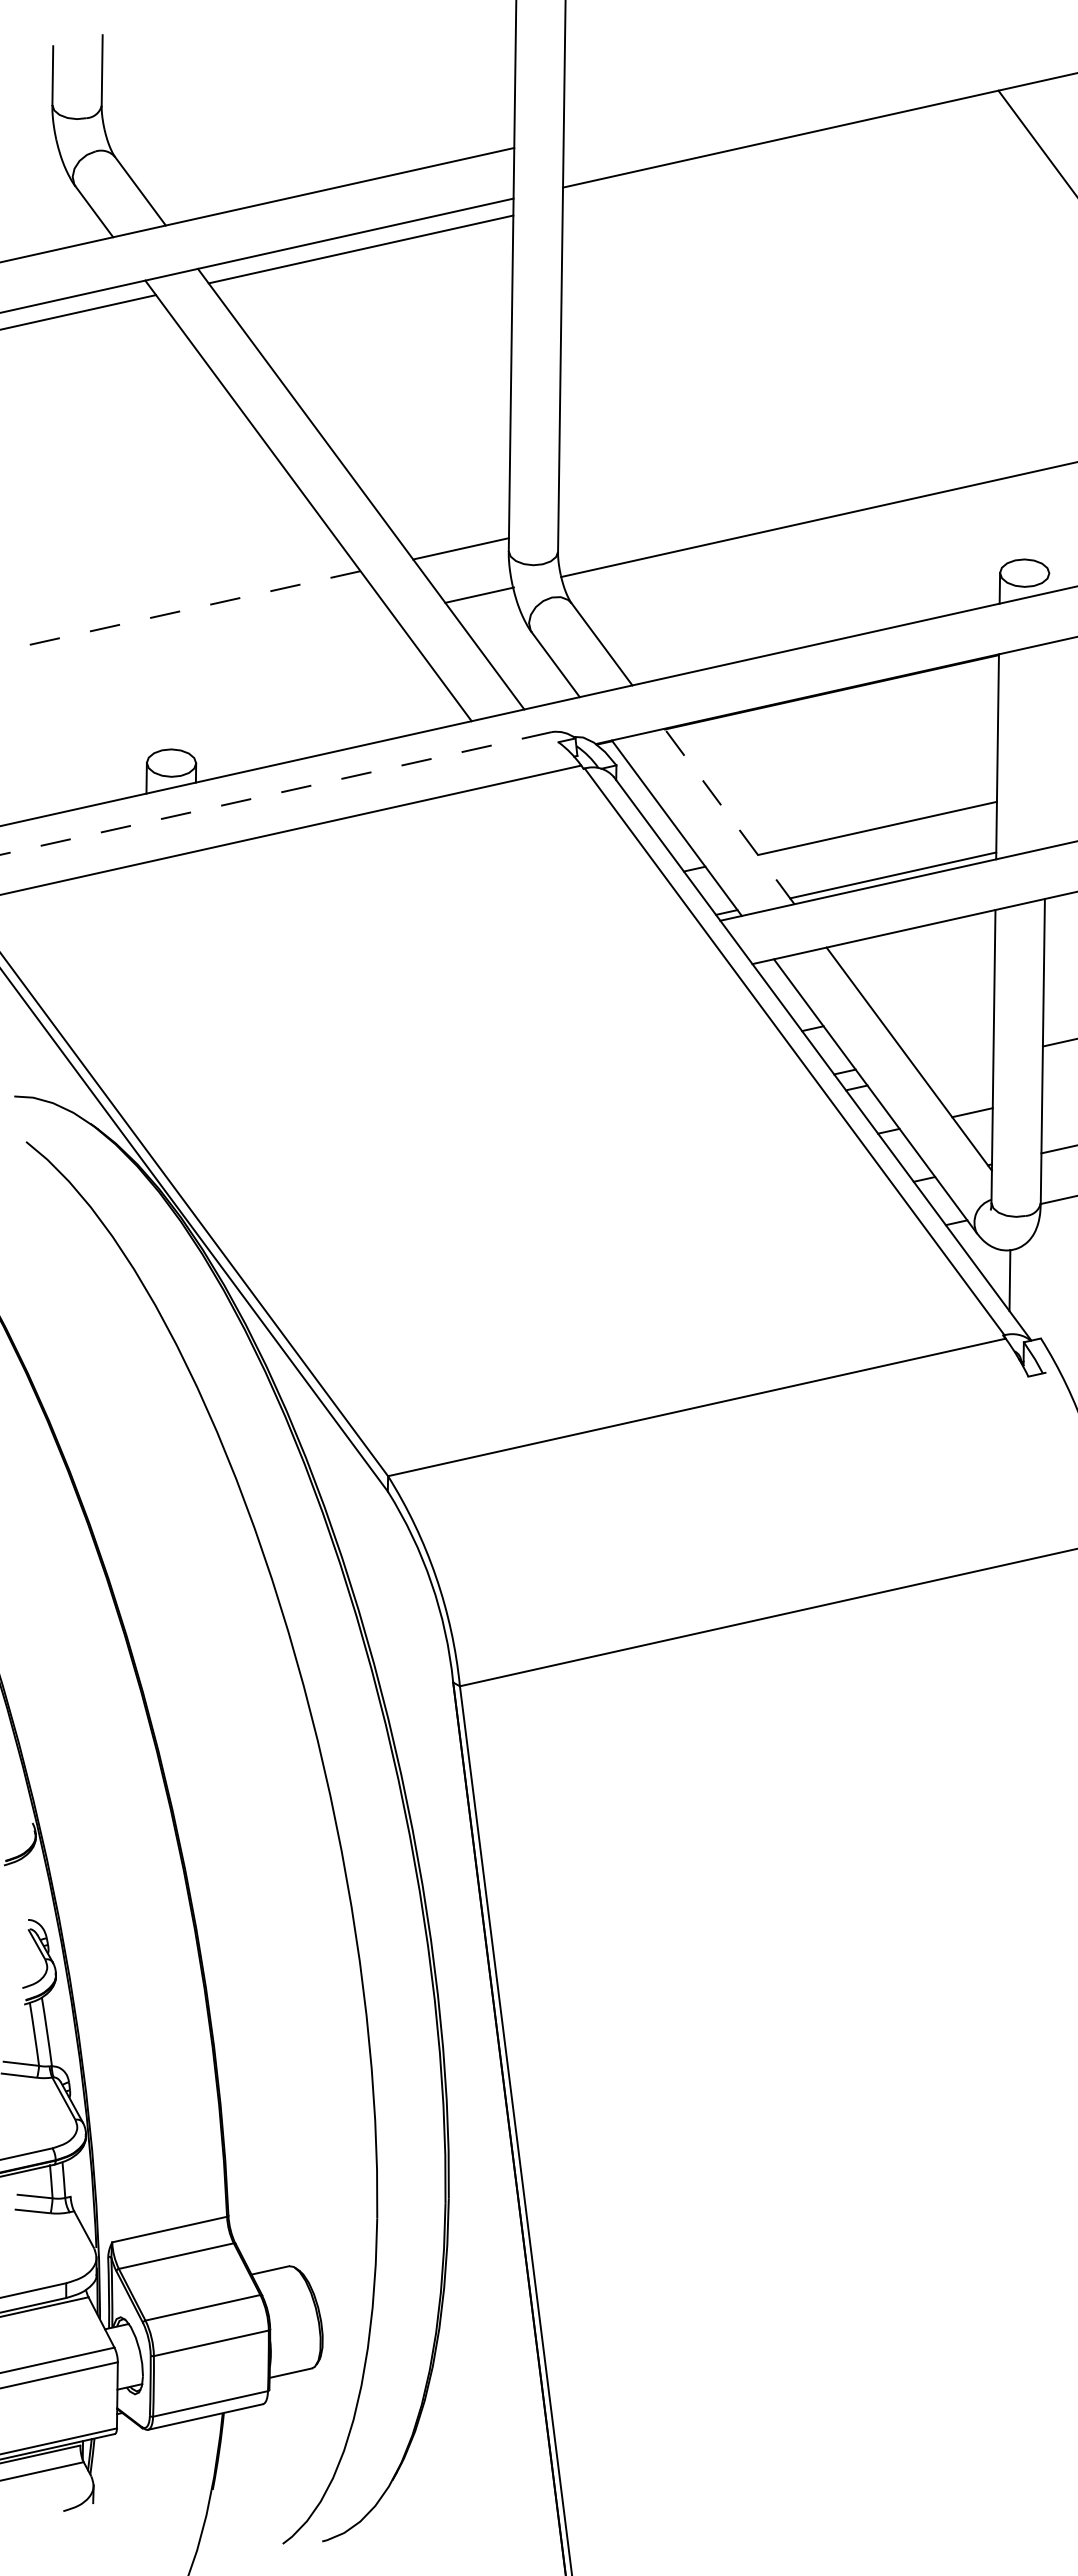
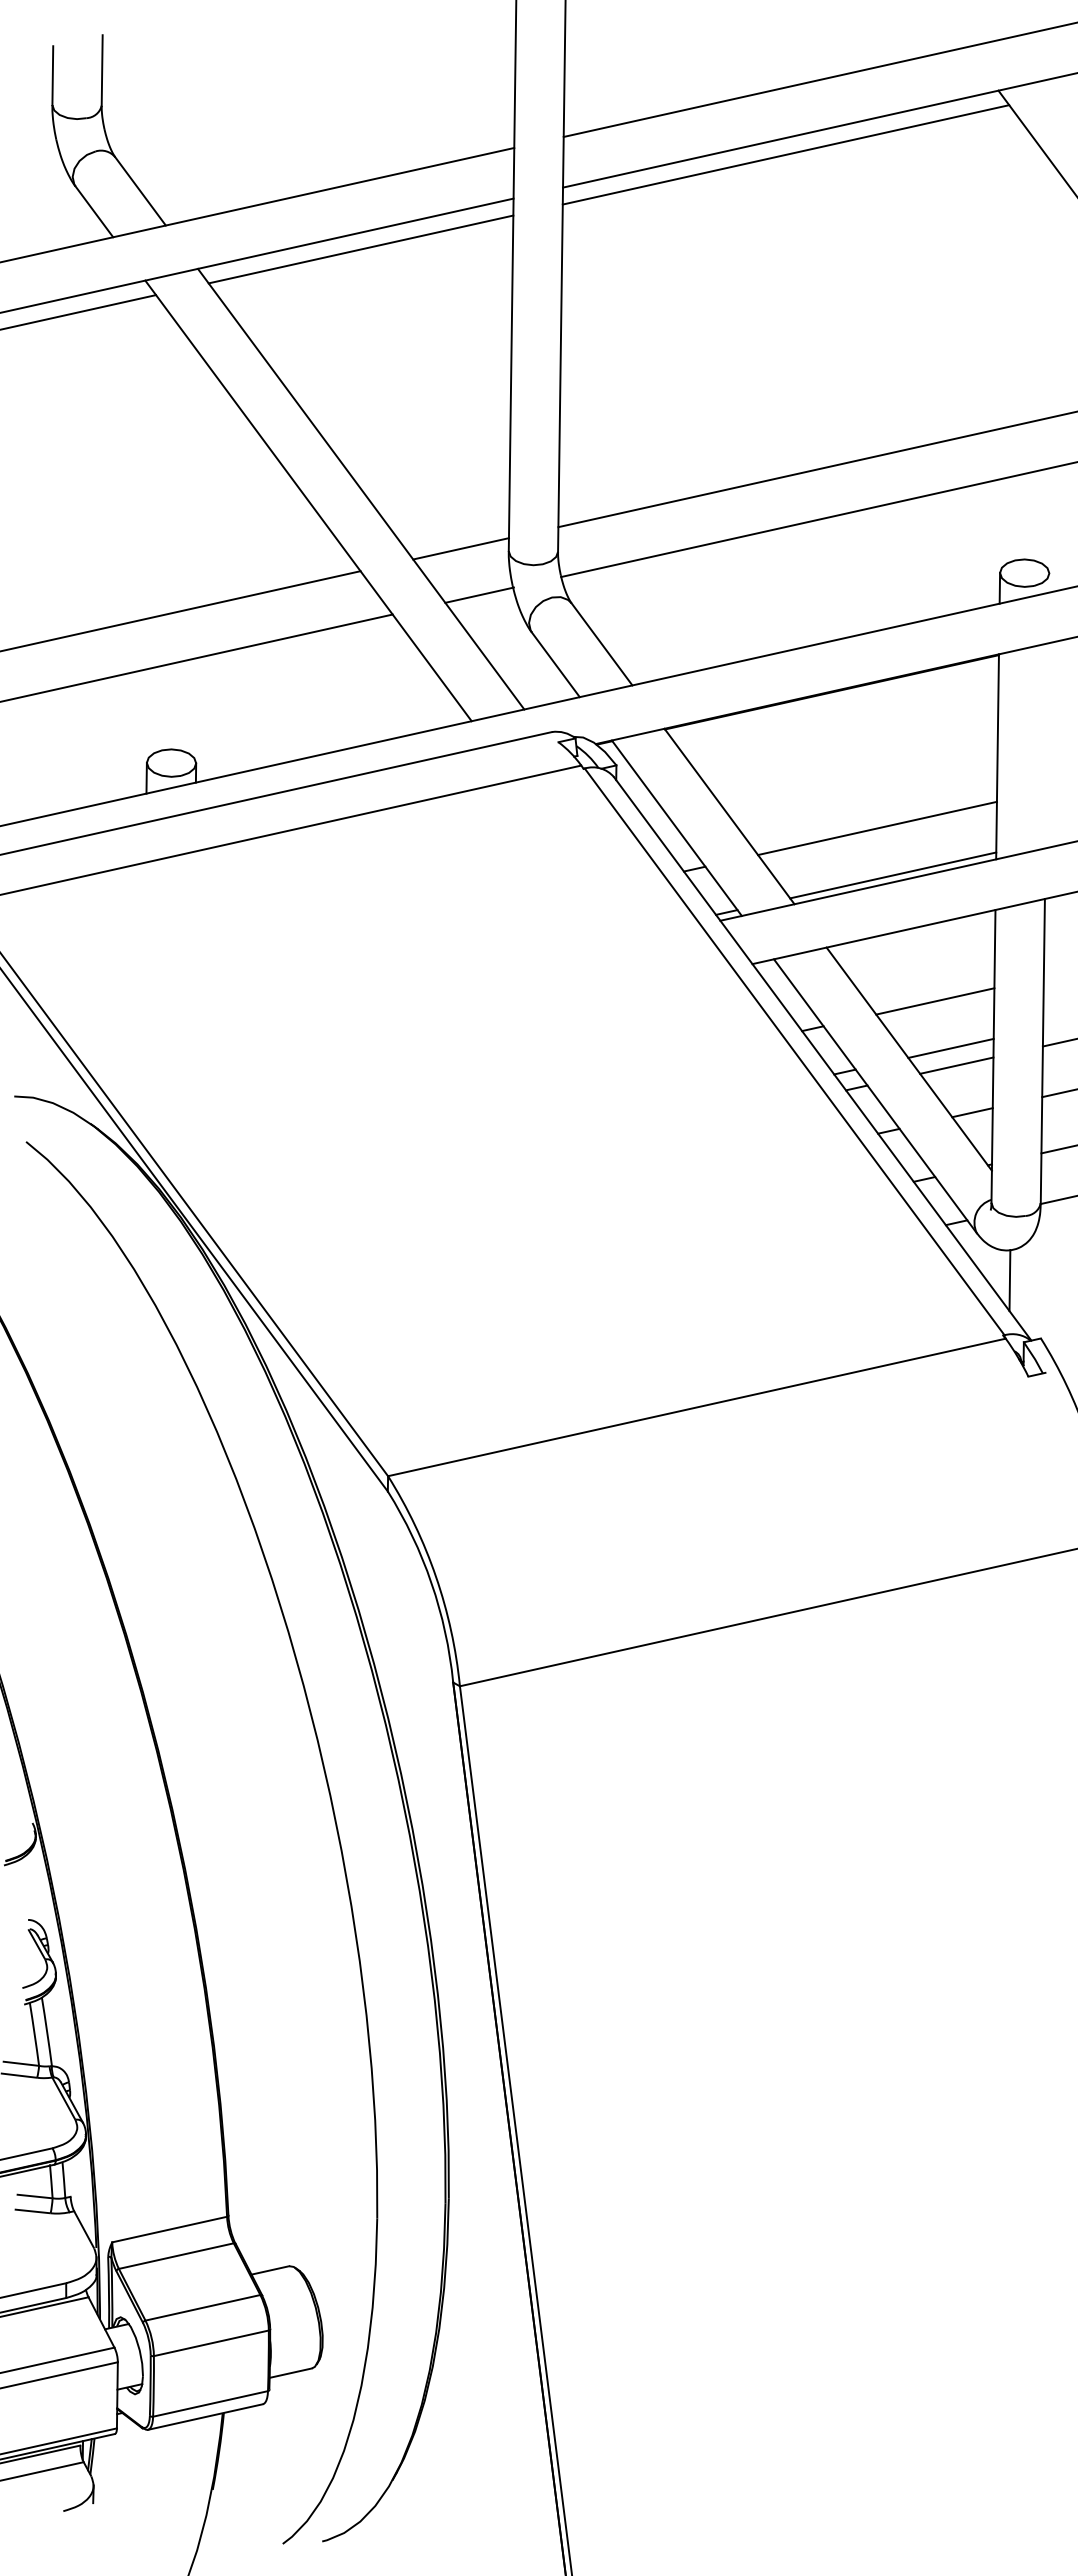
line at (818, 79): none -> present
line at (785, 154): none -> present
line at (816, 469): none -> present
line at (180, 611): dashed -> solid
line at (197, 657): none -> present
line at (275, 793): dashed -> solid
line at (729, 816): dashed -> solid
line at (935, 1001): none -> present
line at (950, 1047): none -> present
line at (956, 1065): none -> present
line at (1058, 1093): none -> present
